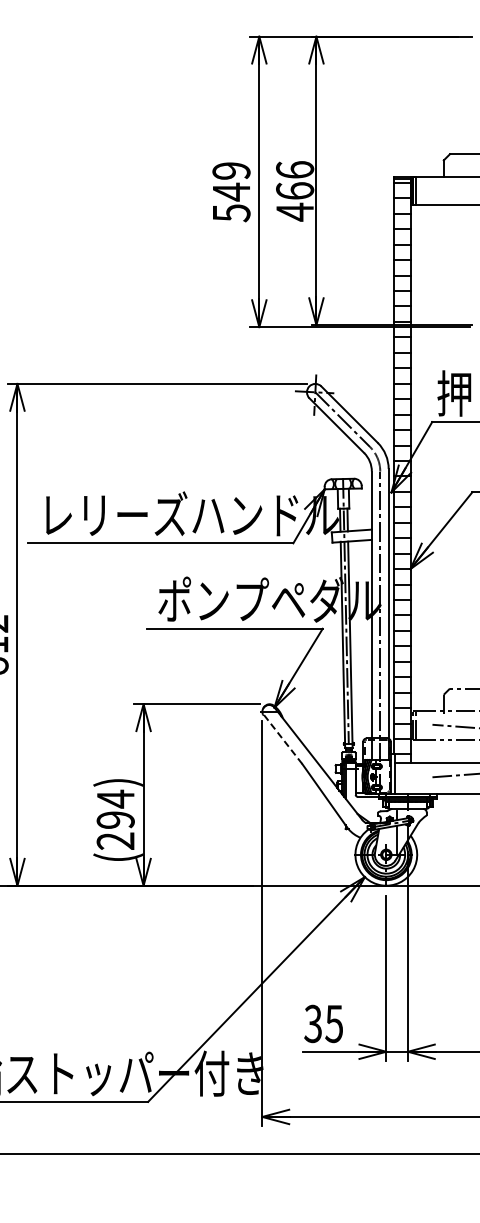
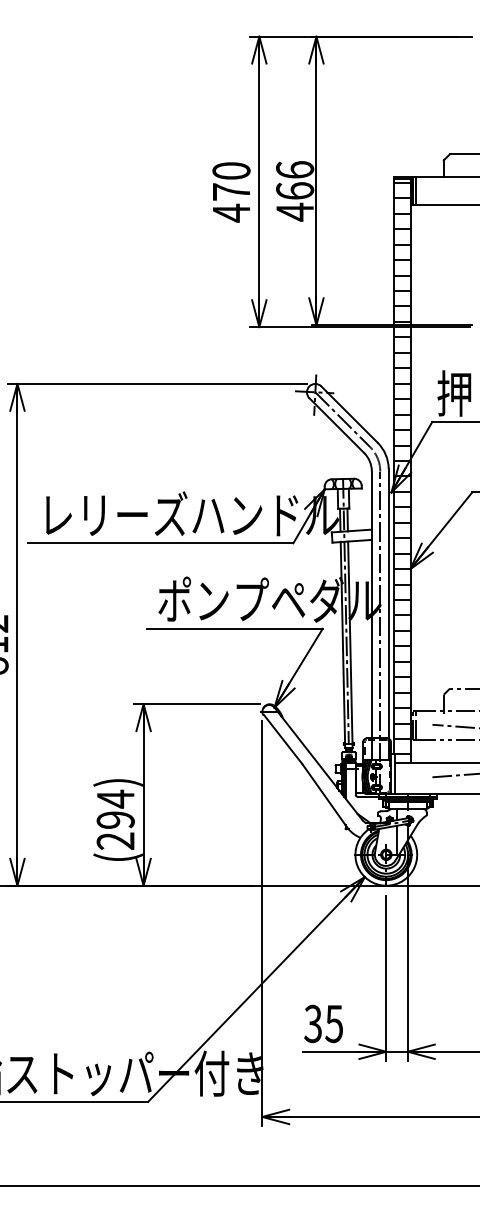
text at (231, 192): 549 -> 470
line at (282, 739): dashed -> solid
line at (239, 1154) position: (239, 1154) -> (239, 1186)
